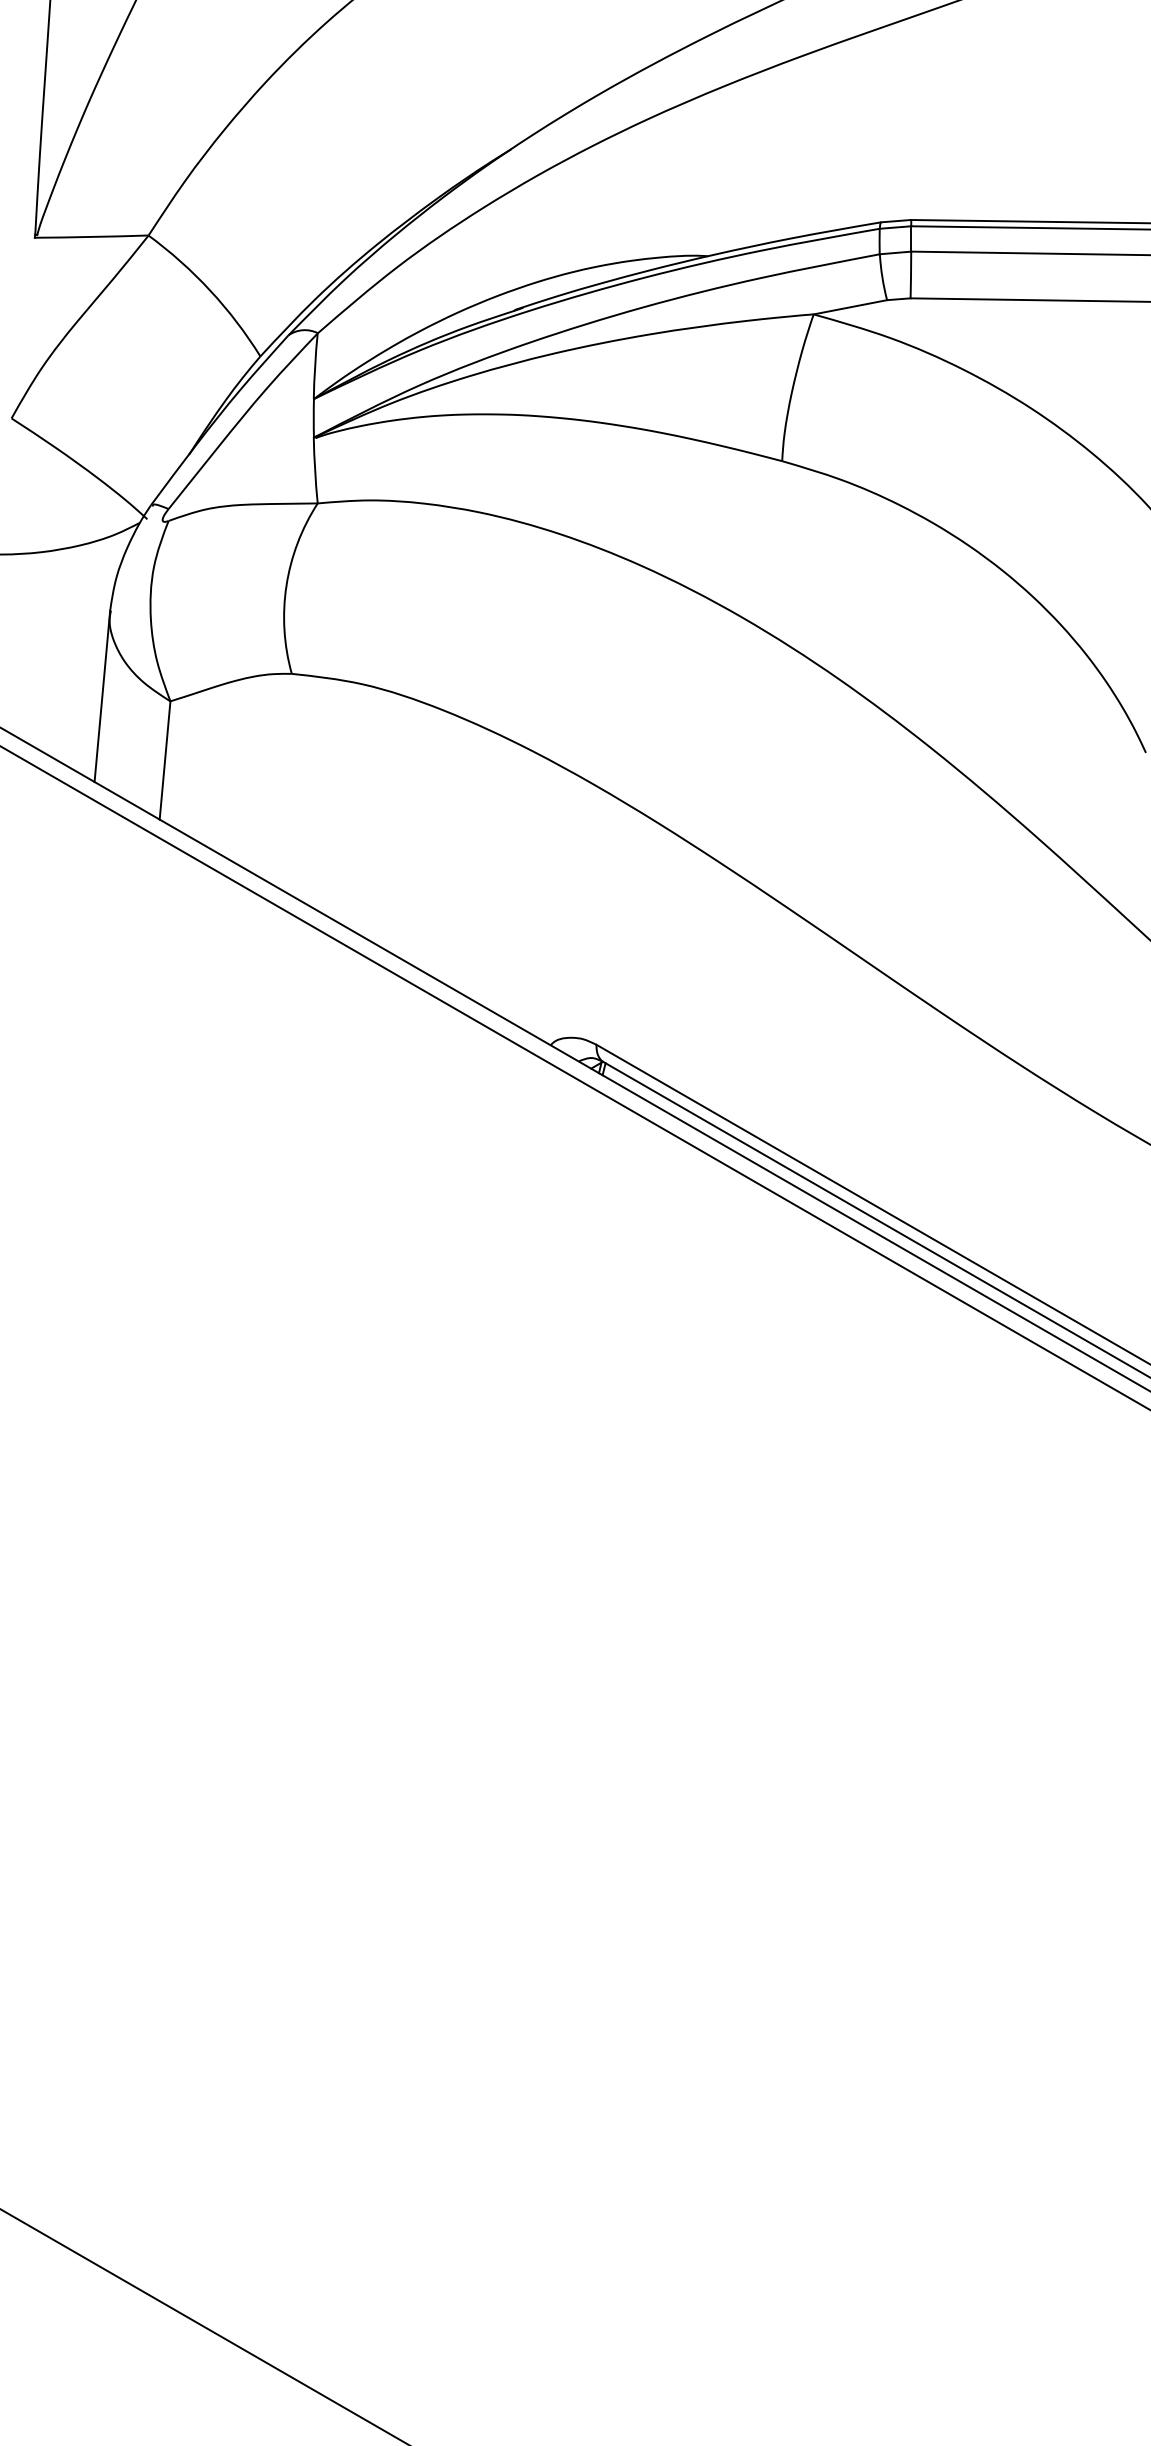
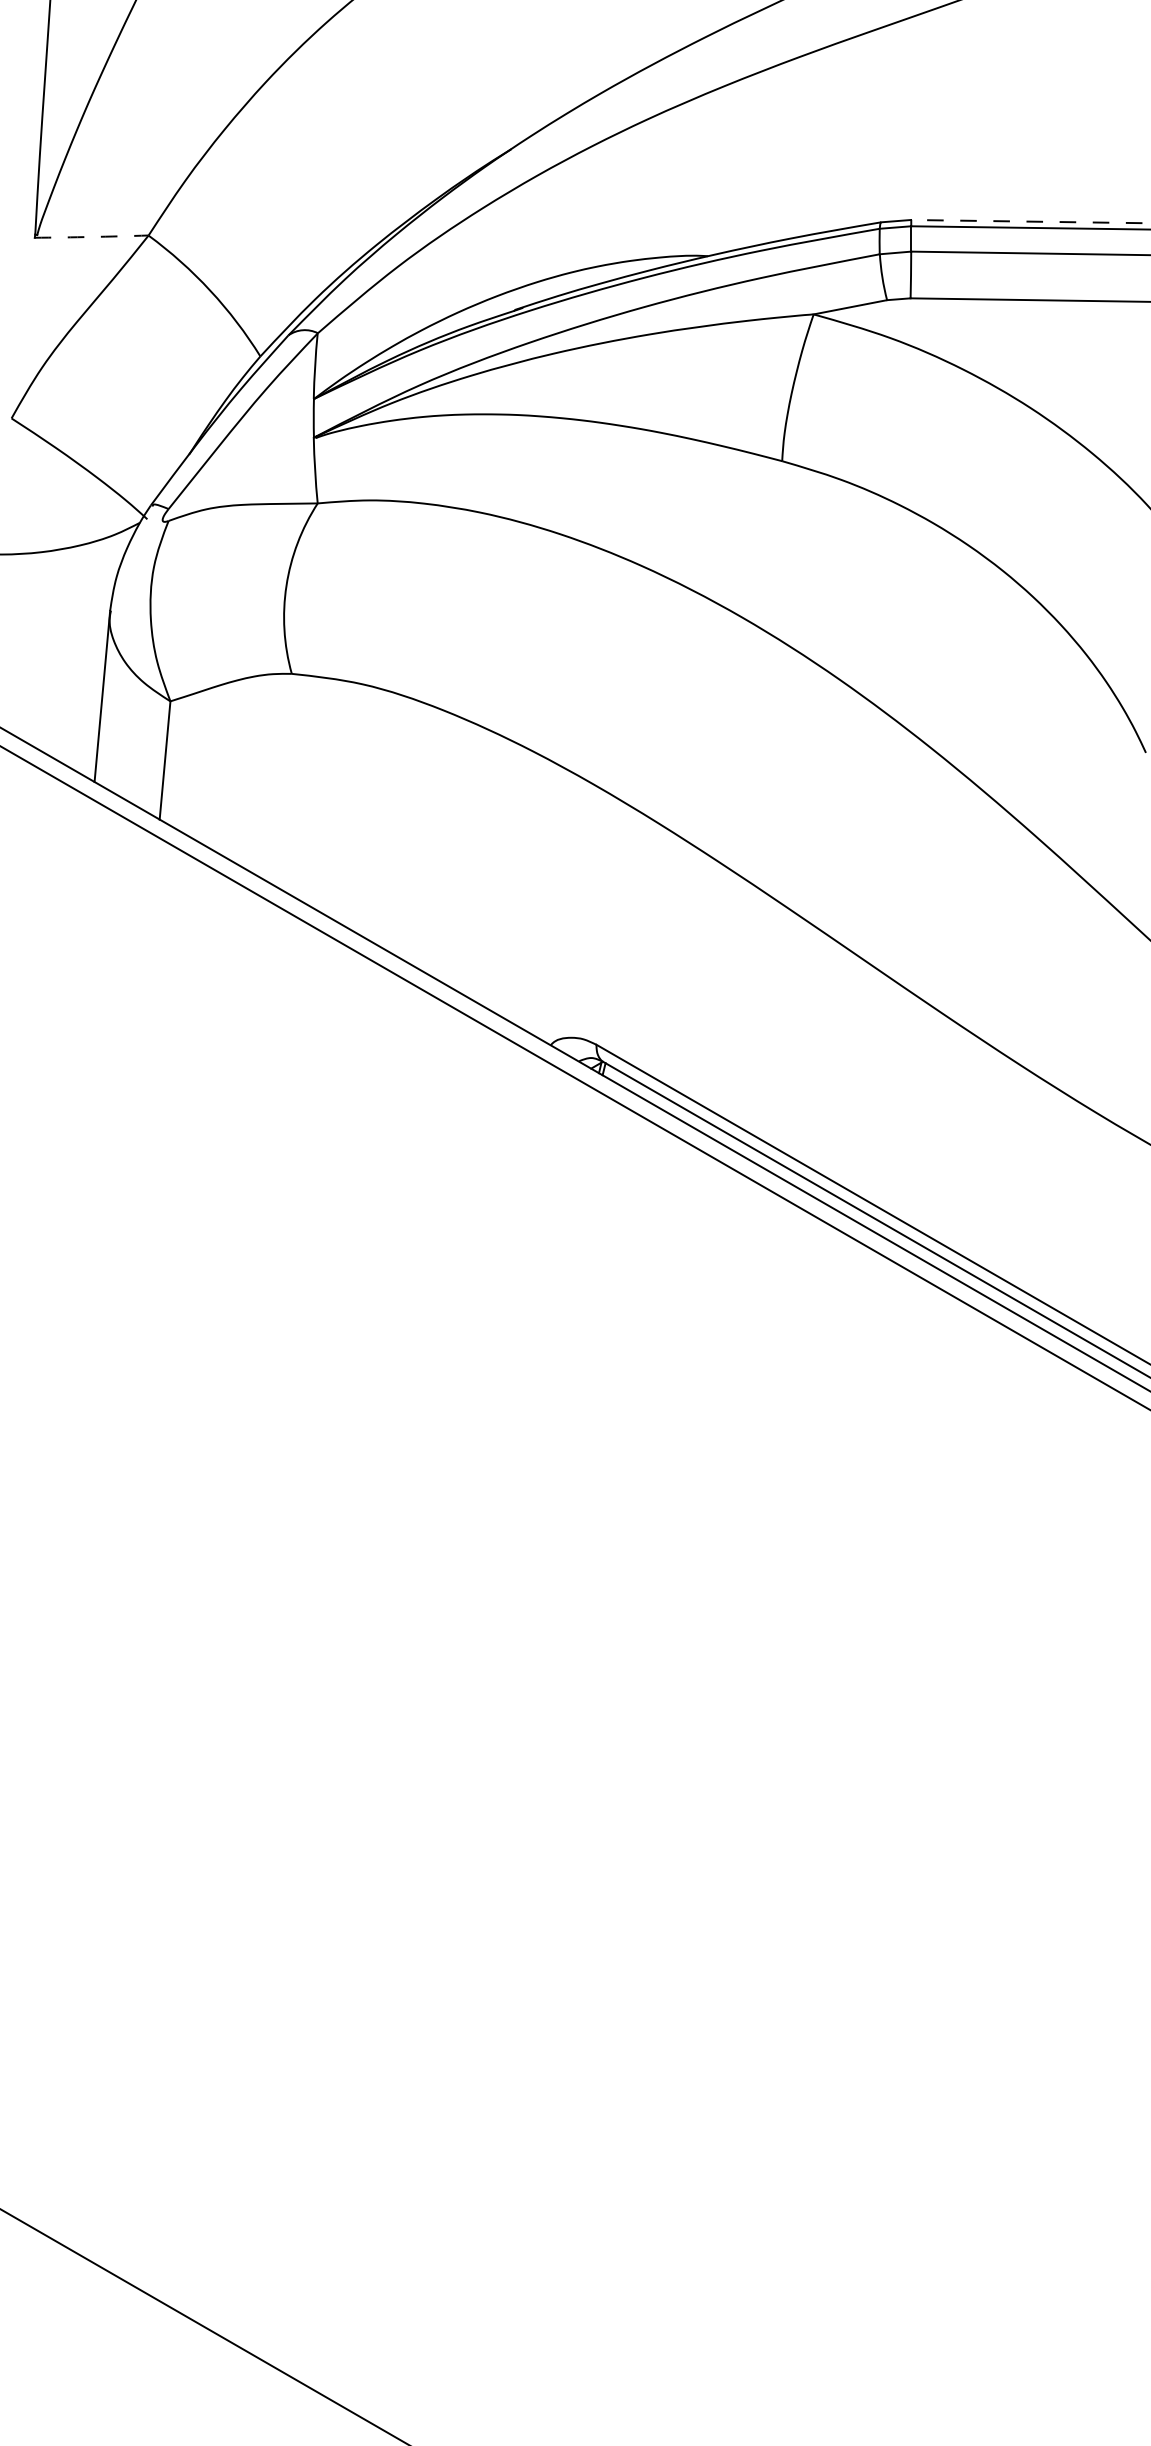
line at (1031, 221): solid -> dashed
arc at (91, 236): solid -> dashed
